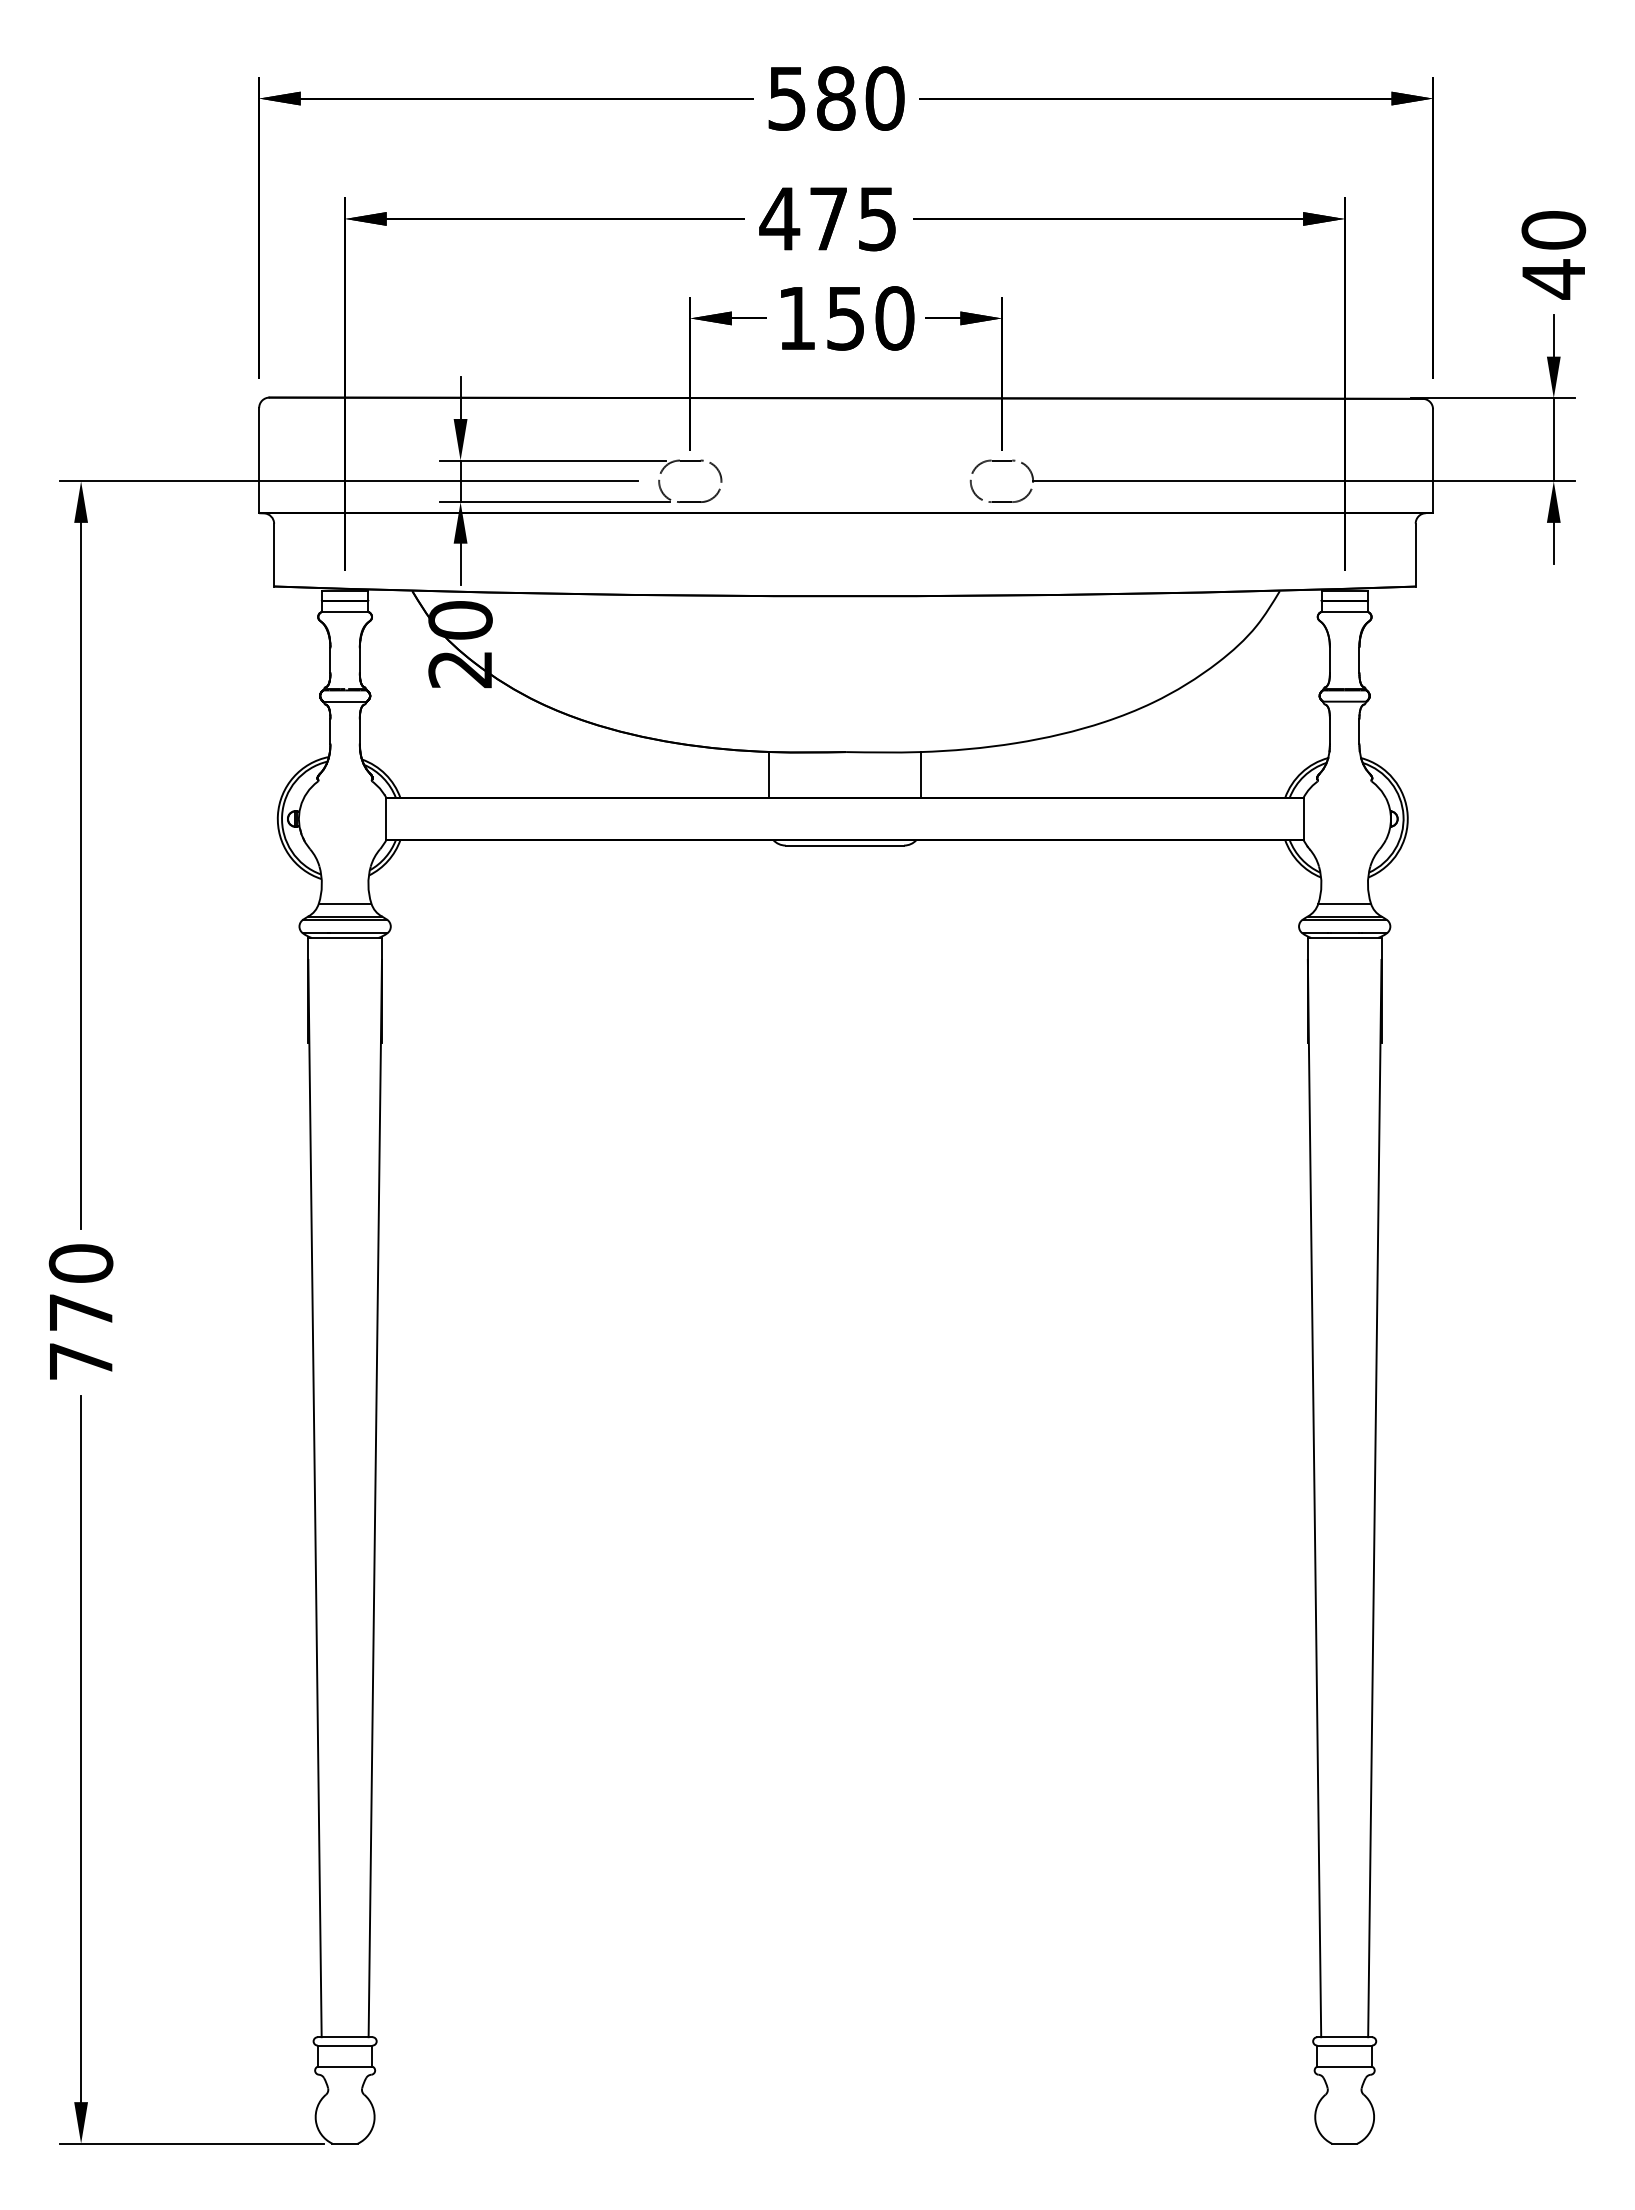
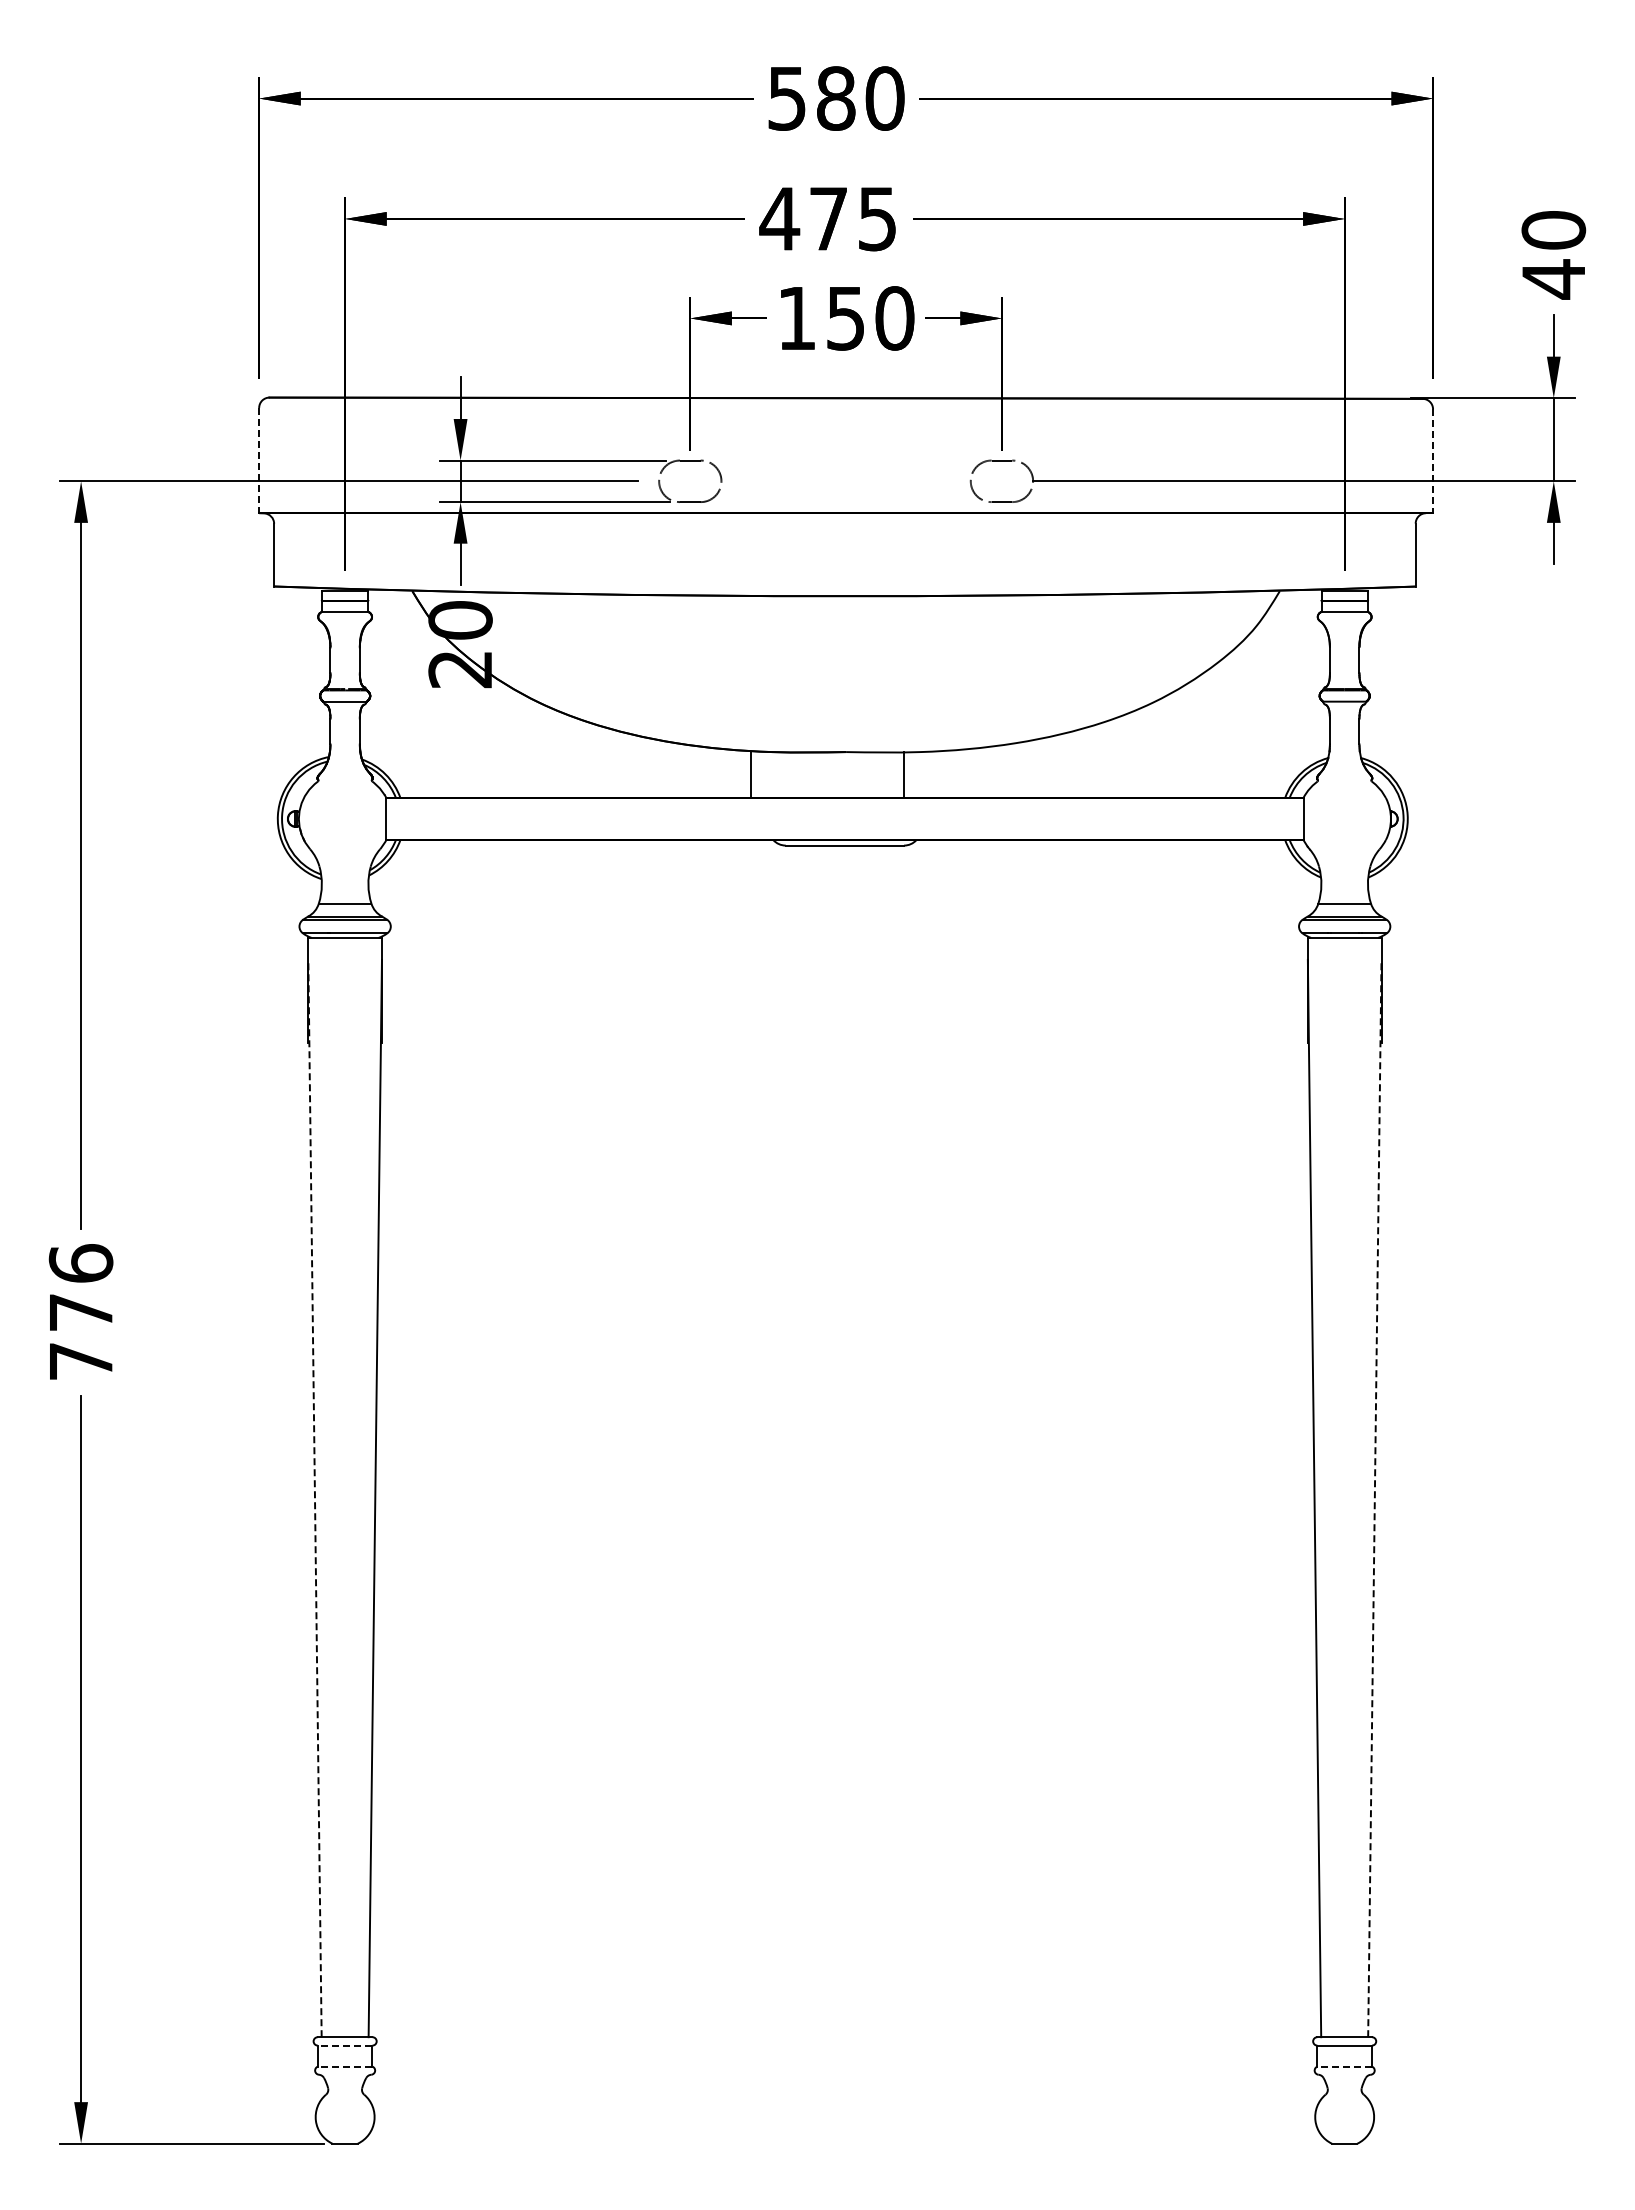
line at (259, 460): solid -> dashed
line at (1433, 461): solid -> dashed
line at (769, 774) position: (769, 774) -> (751, 774)
line at (920, 774) position: (920, 774) -> (903, 774)
text at (80, 1263): 770 -> 776
line at (315, 1498): solid -> dashed
line at (1374, 1498): solid -> dashed
line at (344, 2045): solid -> dashed
line at (344, 2066): solid -> dashed
line at (1344, 2066): solid -> dashed
